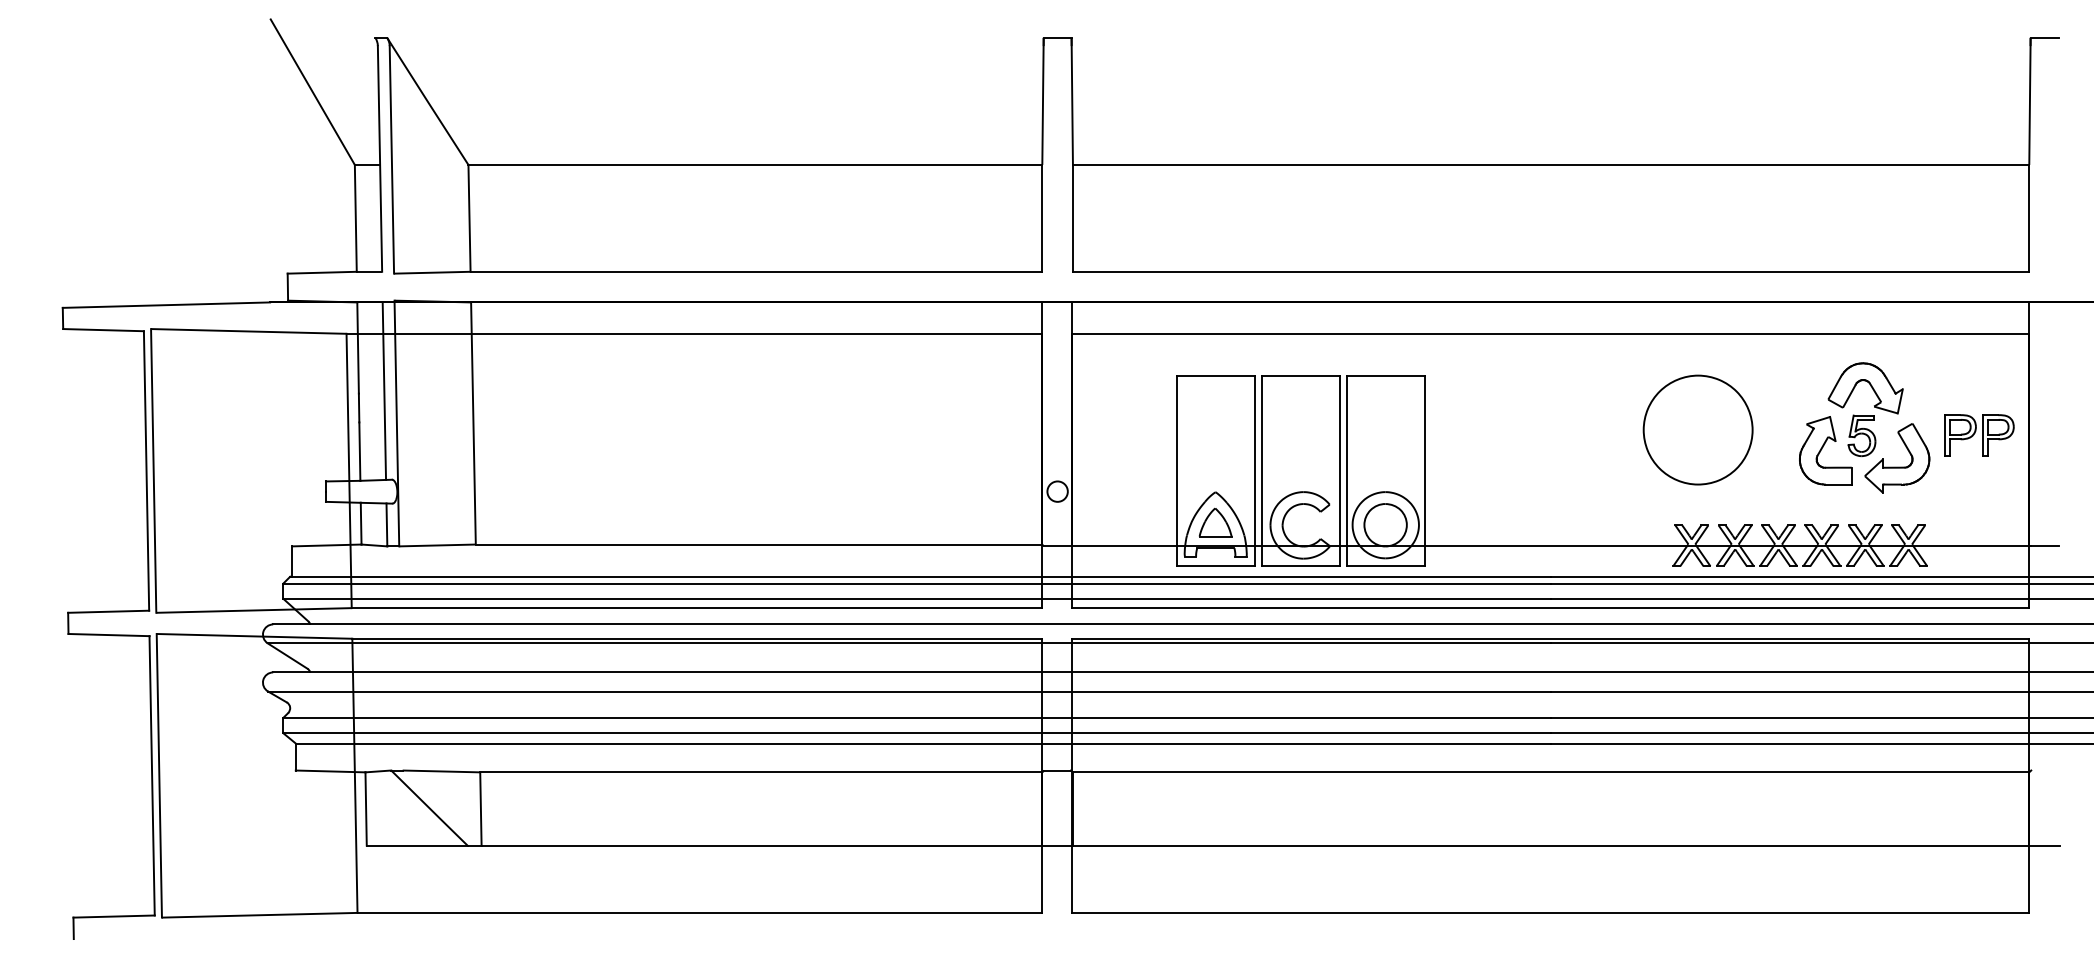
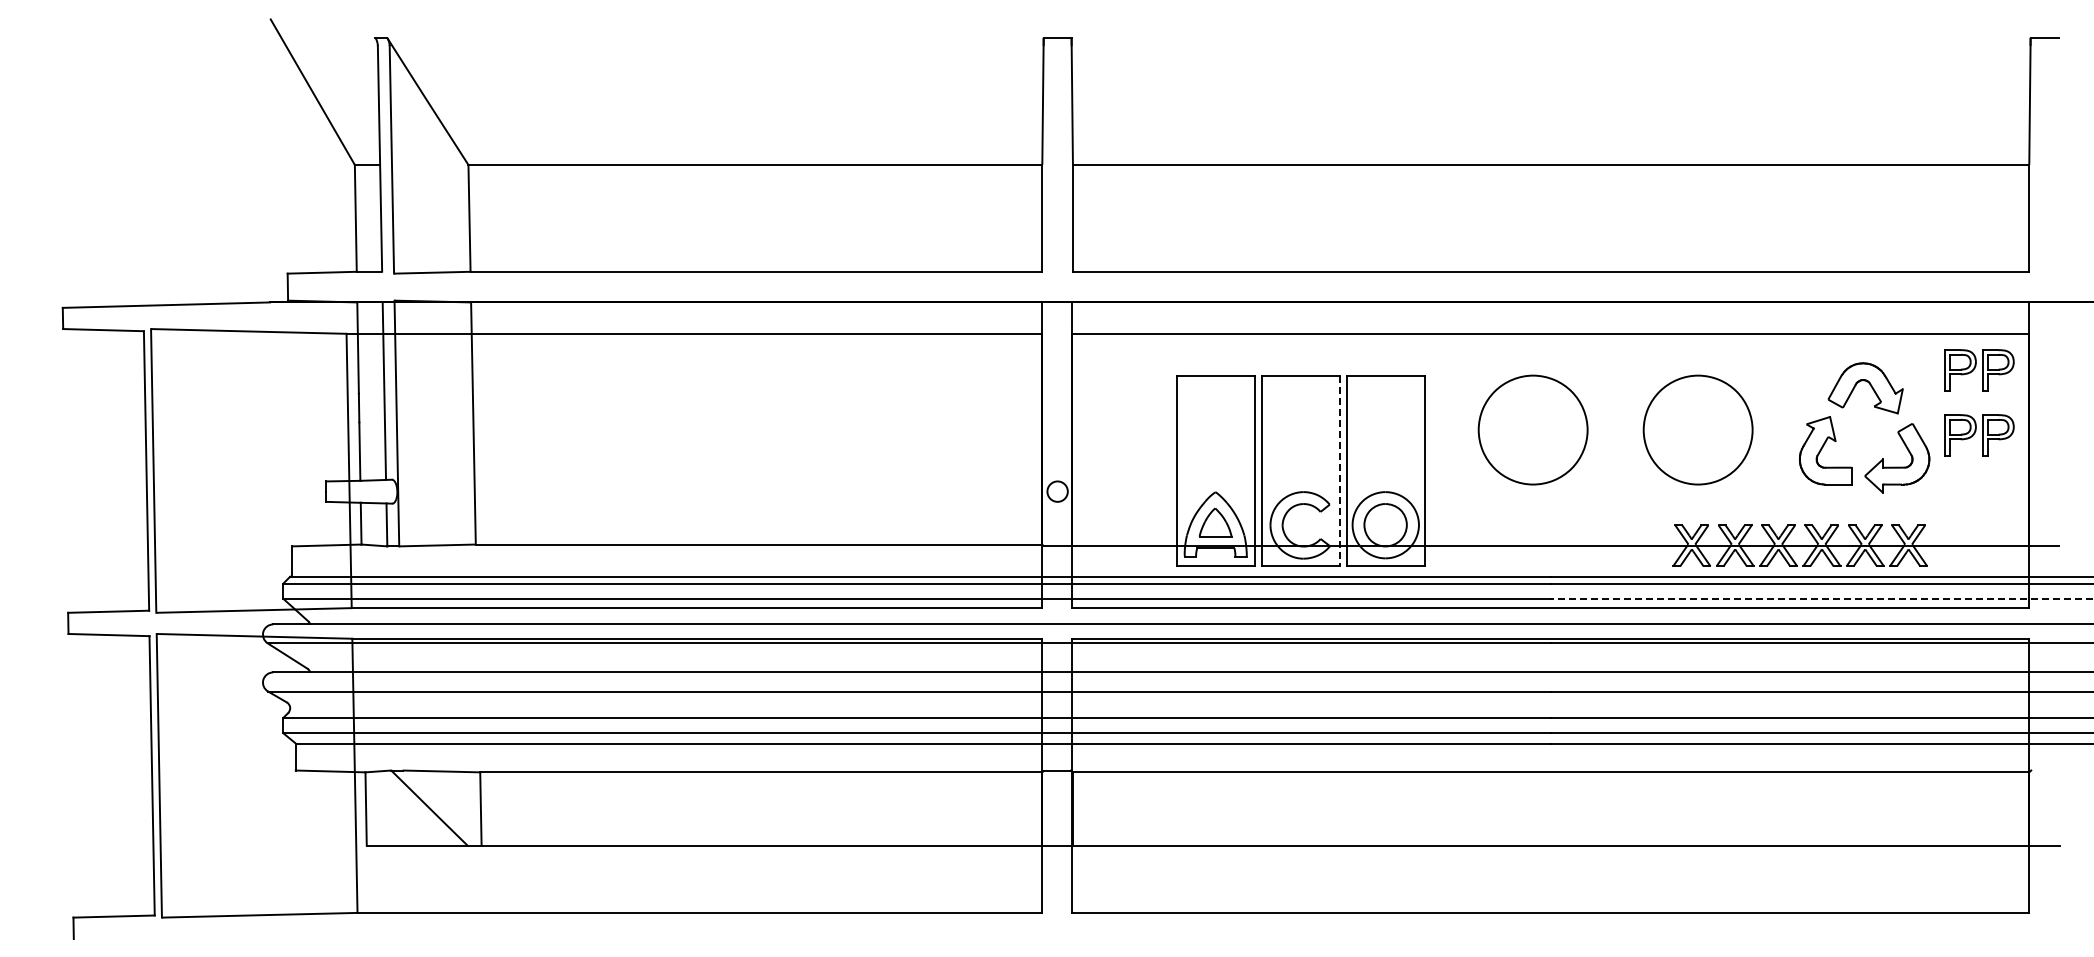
part at (1979, 370): none -> present
part at (1532, 429): none -> present
part at (1861, 435): present -> none
line at (1339, 470): solid -> dashed
line at (1822, 598): solid -> dashed
